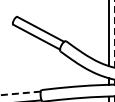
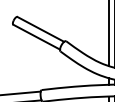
line at (114, 33): dashed -> solid
line at (19, 93): dashed -> solid
